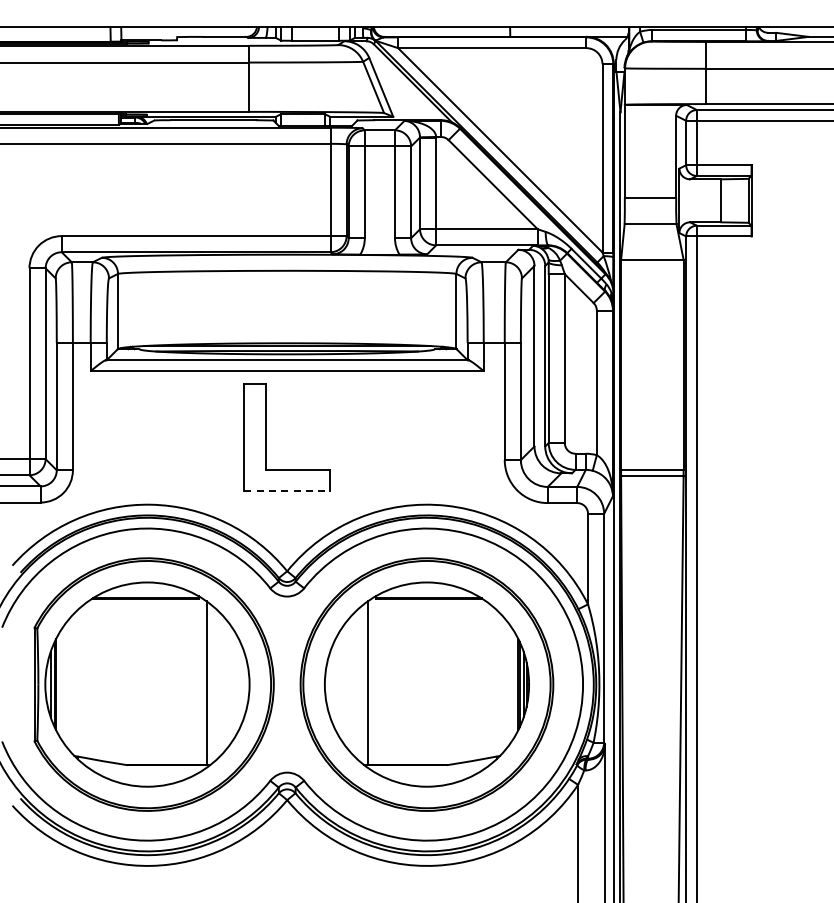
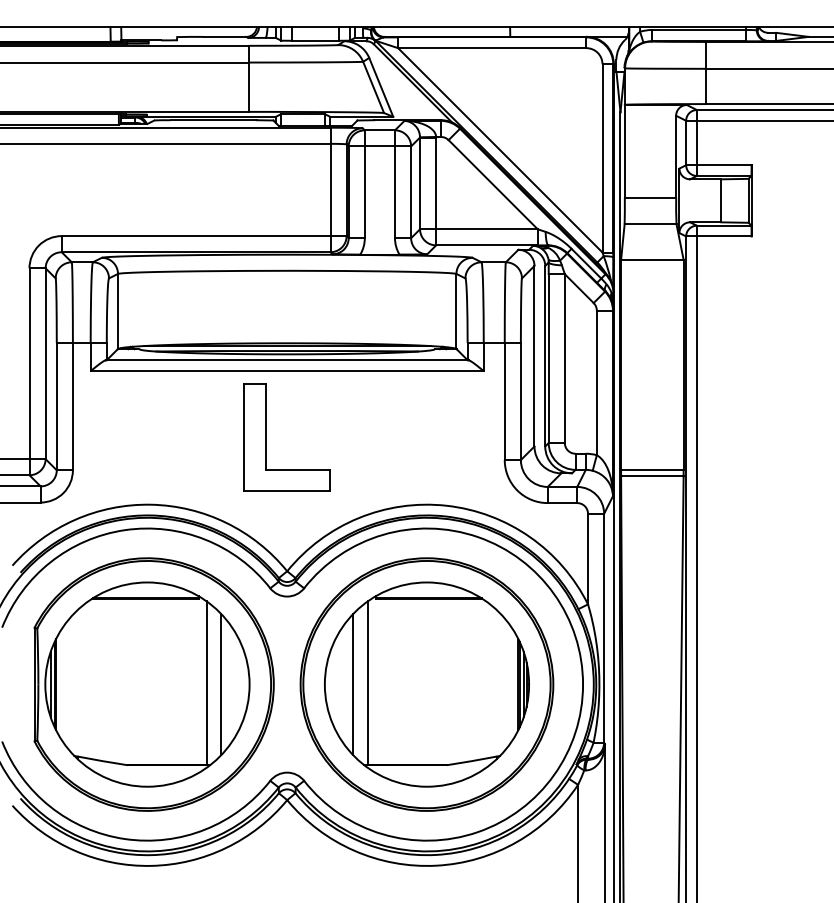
line at (287, 491): dashed -> solid
line at (221, 684): none -> present
line at (353, 684): none -> present
